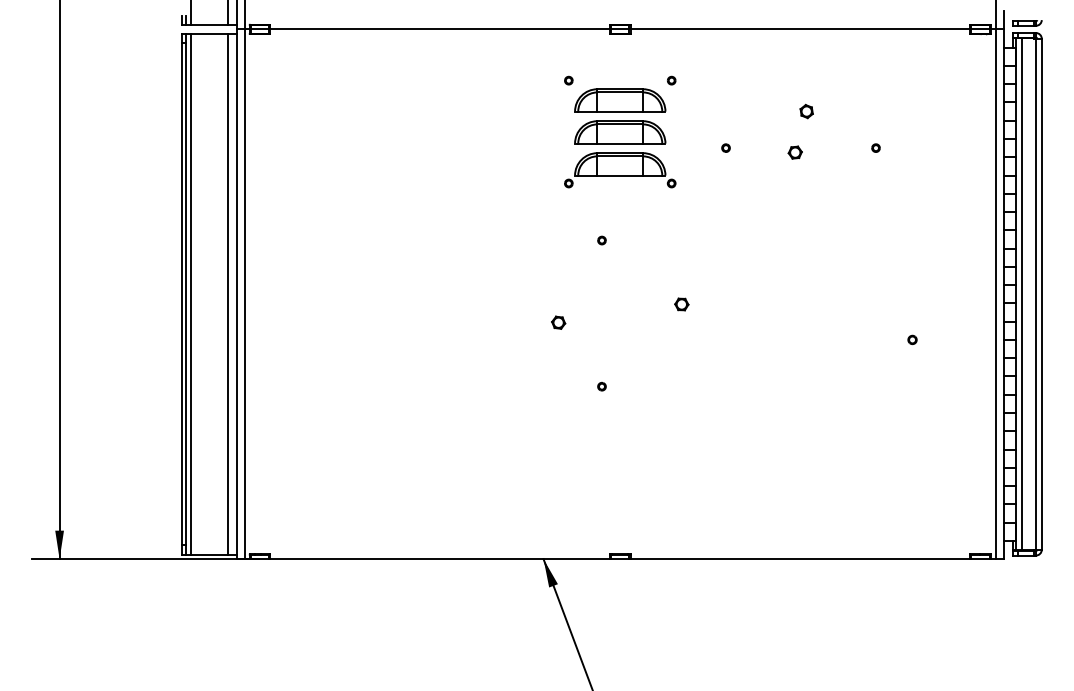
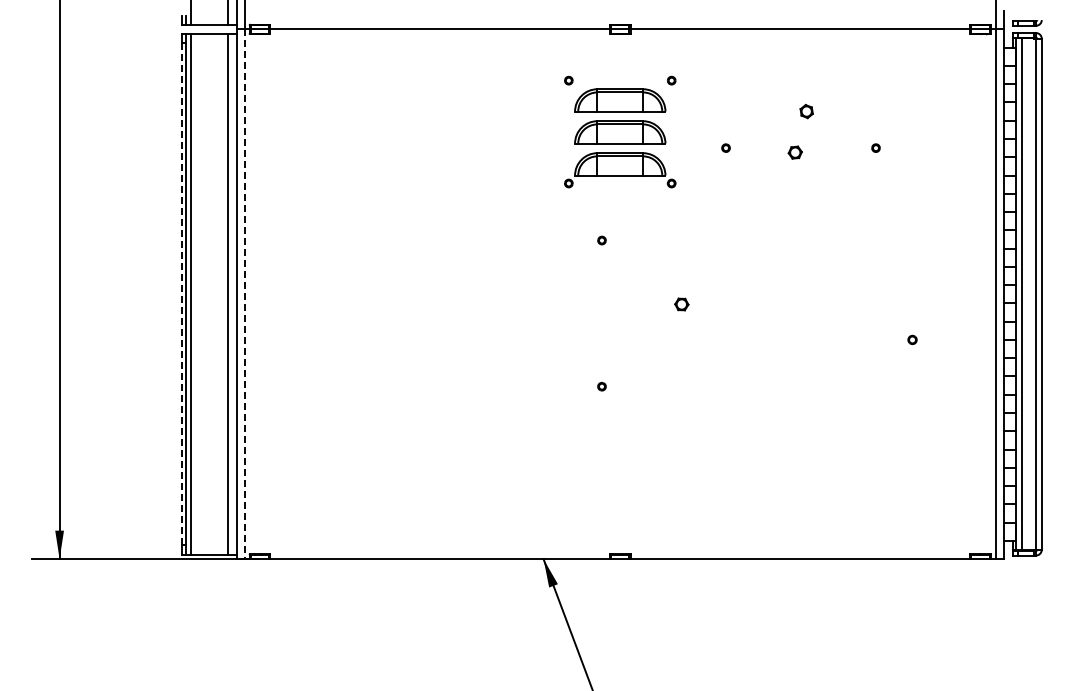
line at (181, 293): solid -> dashed
line at (244, 294): solid -> dashed
part at (558, 322): present -> none
